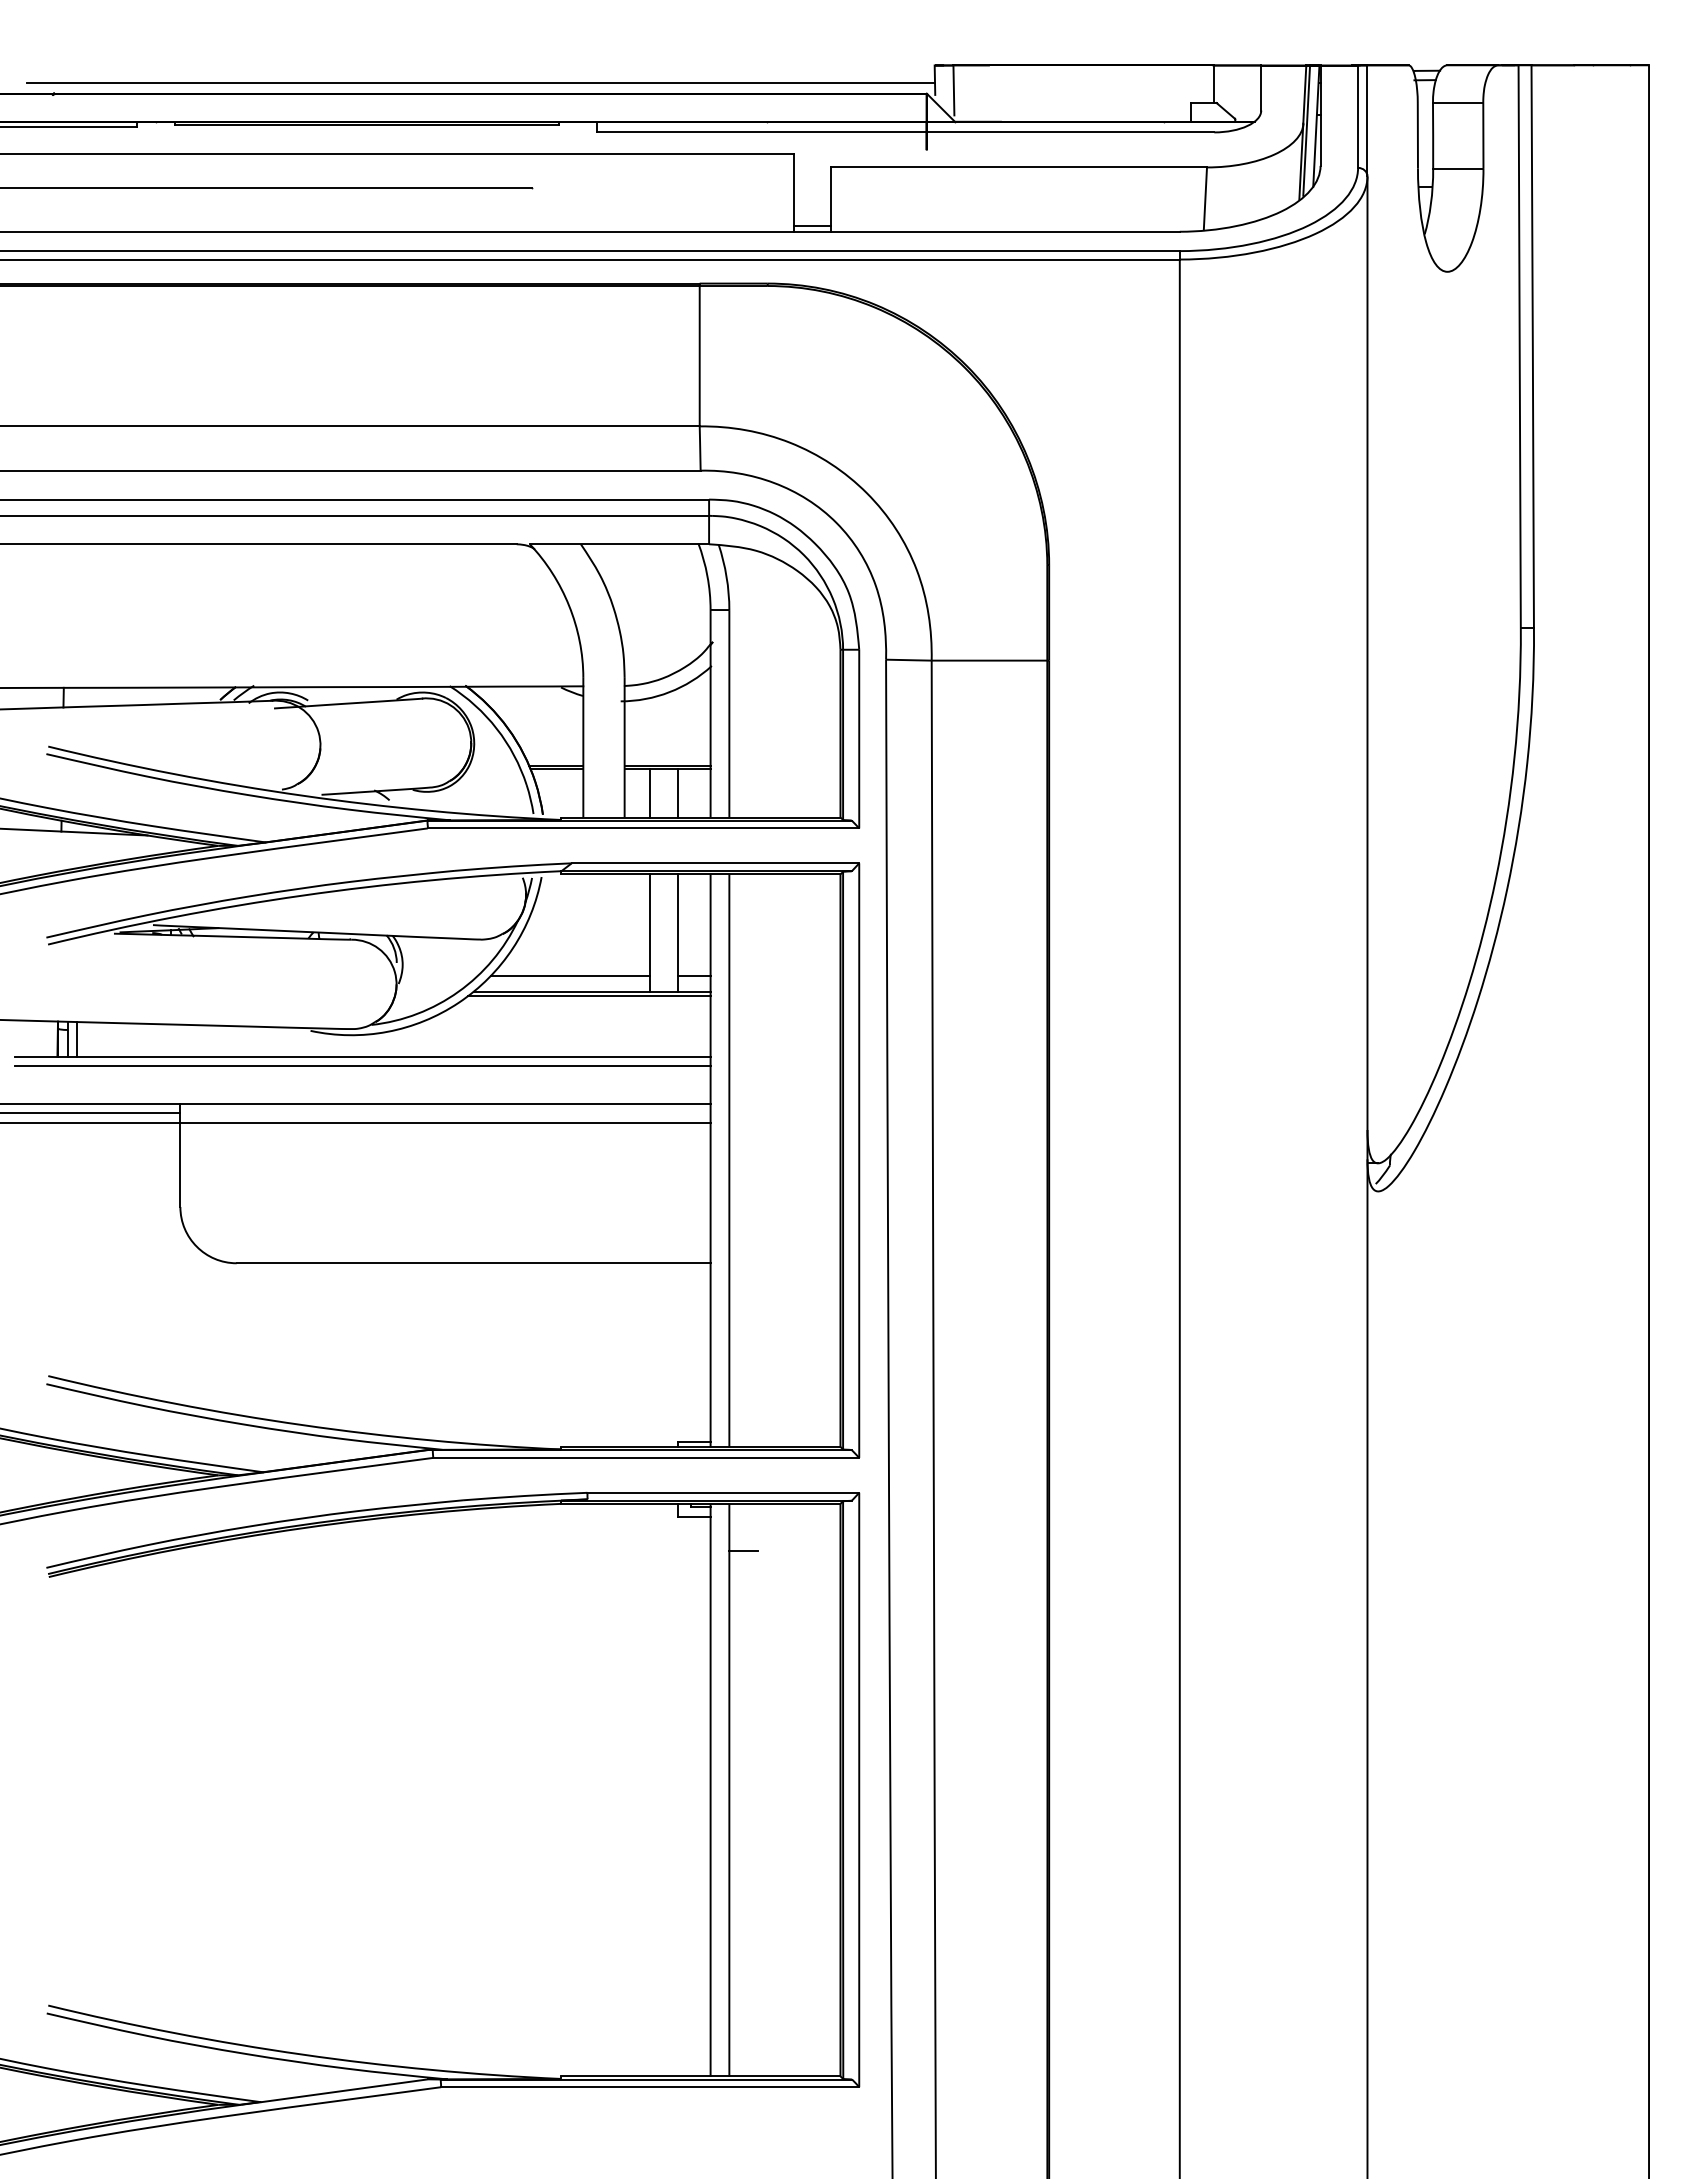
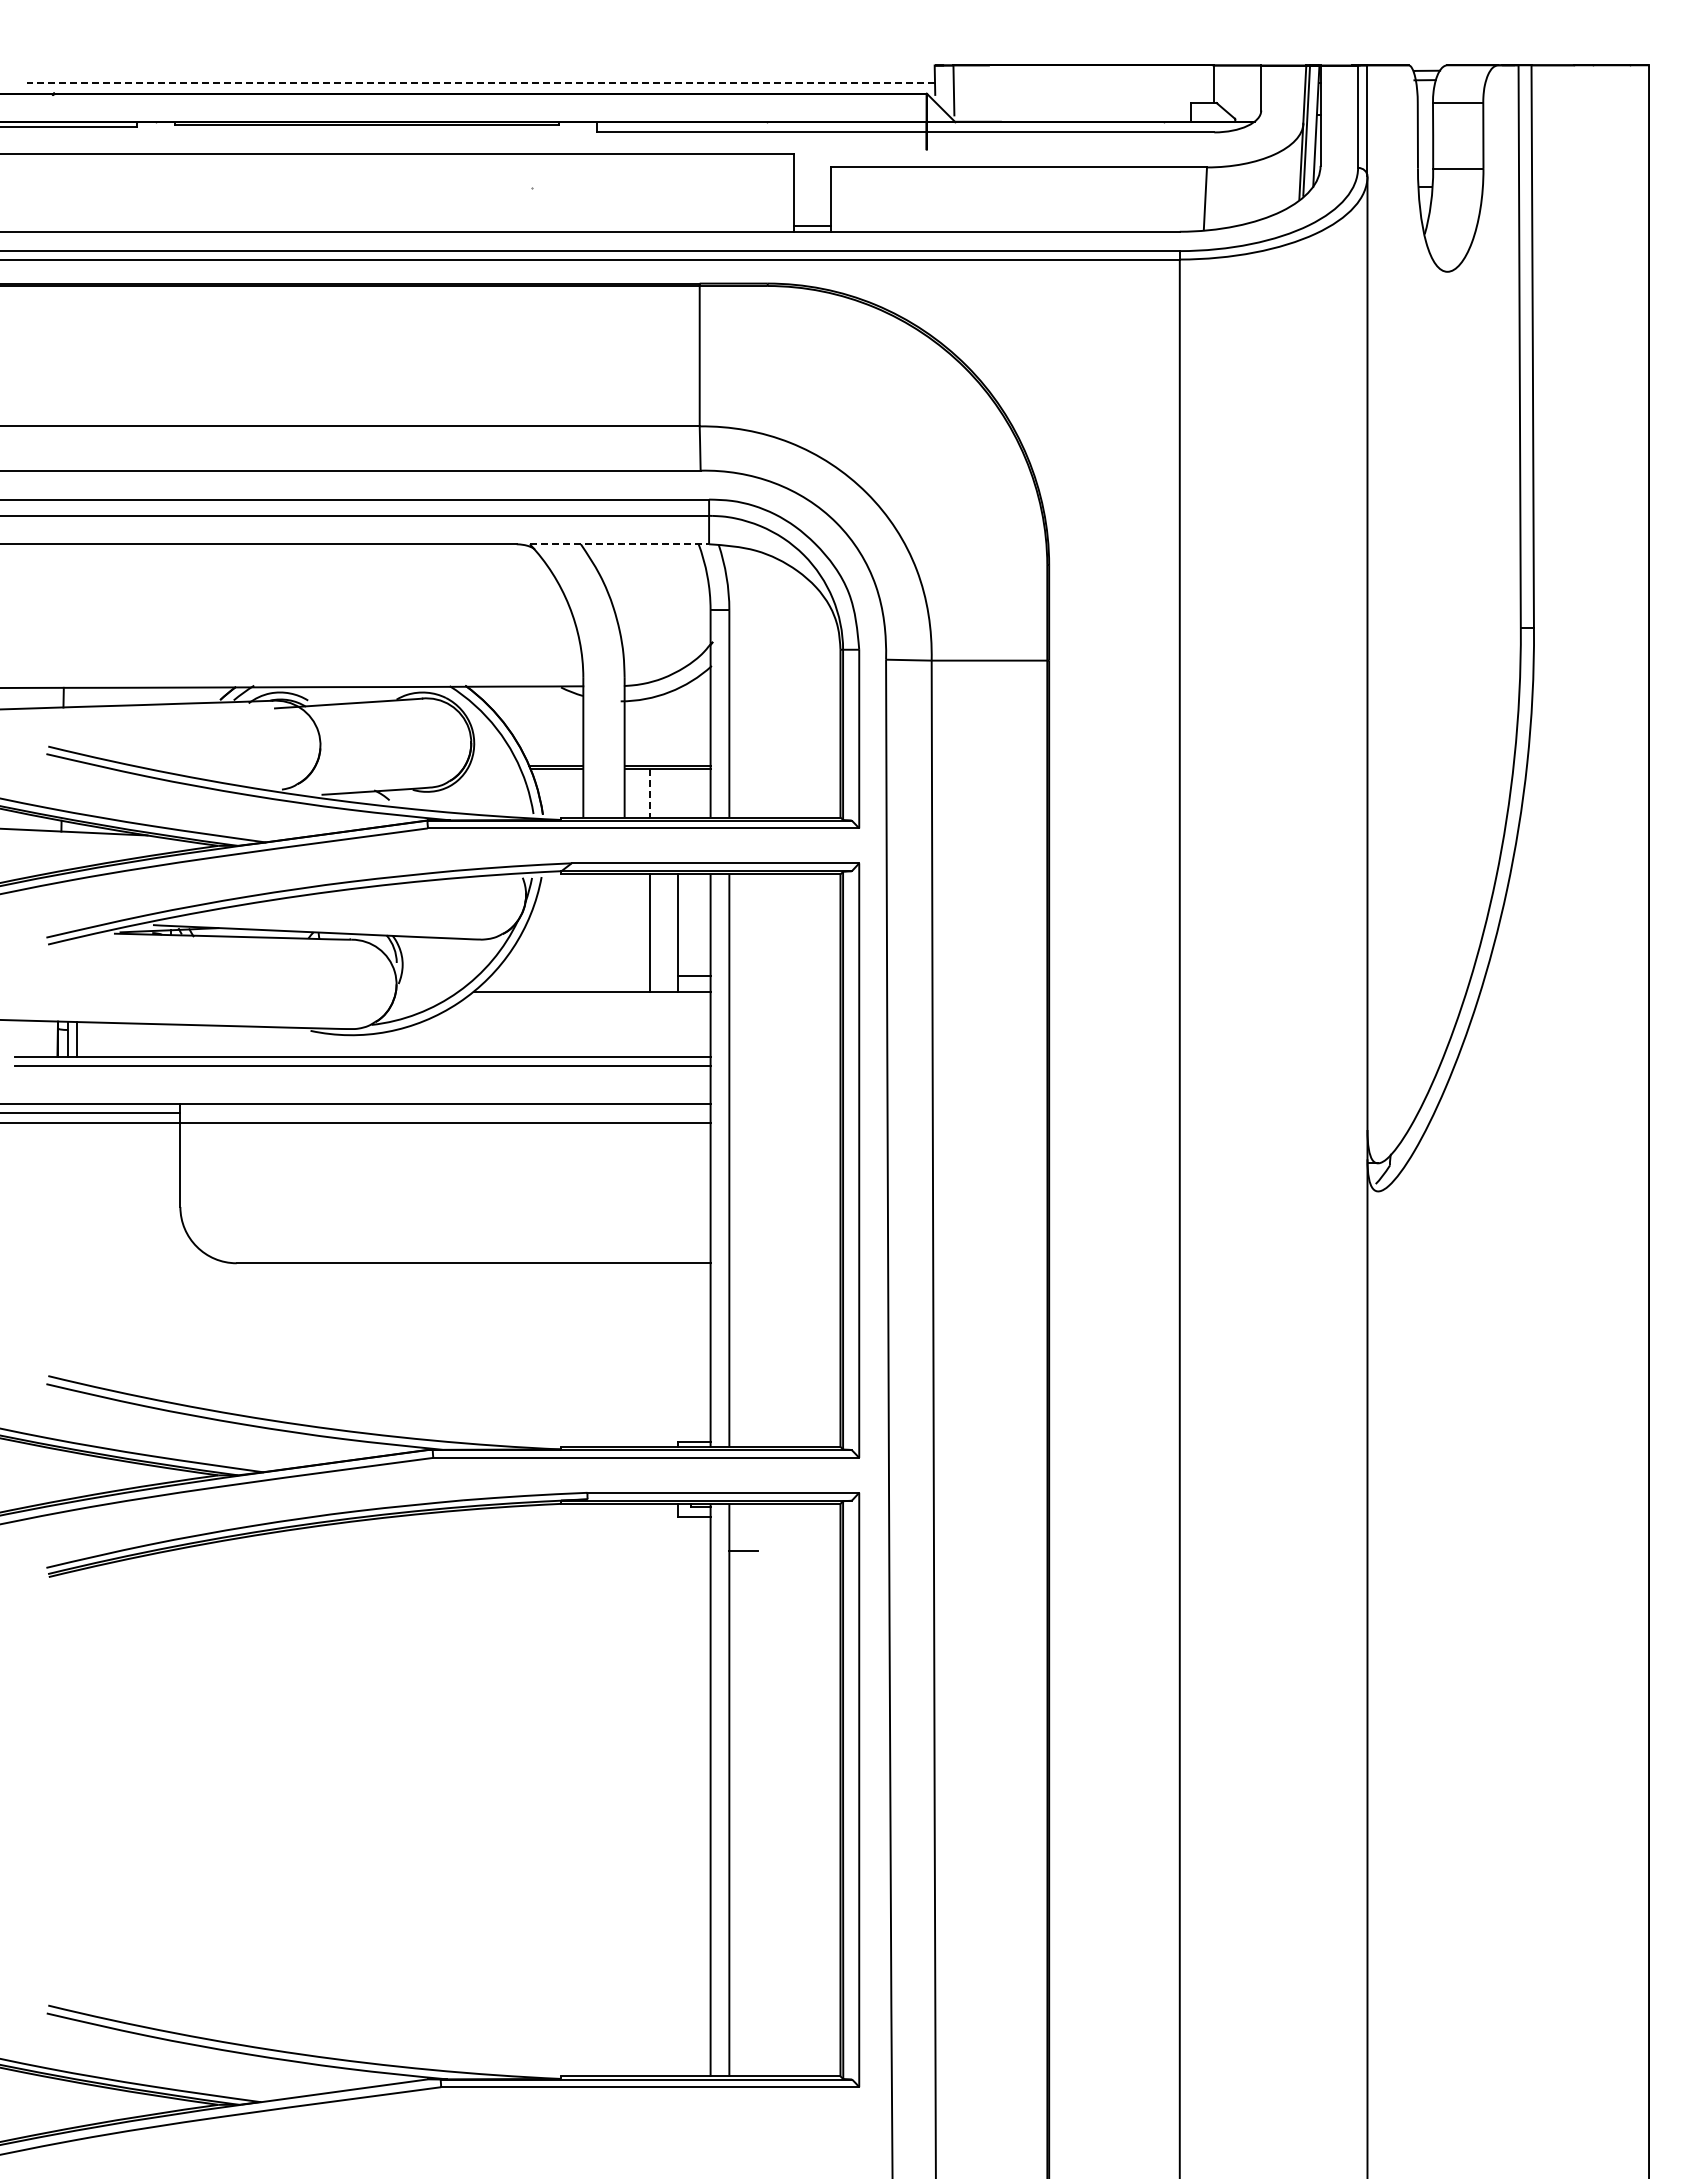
line at (480, 82): solid -> dashed
line at (267, 187): present -> none
line at (619, 544): solid -> dashed
line at (677, 793): present -> none
line at (649, 794): solid -> dashed
line at (570, 975): present -> none
line at (589, 995): present -> none
